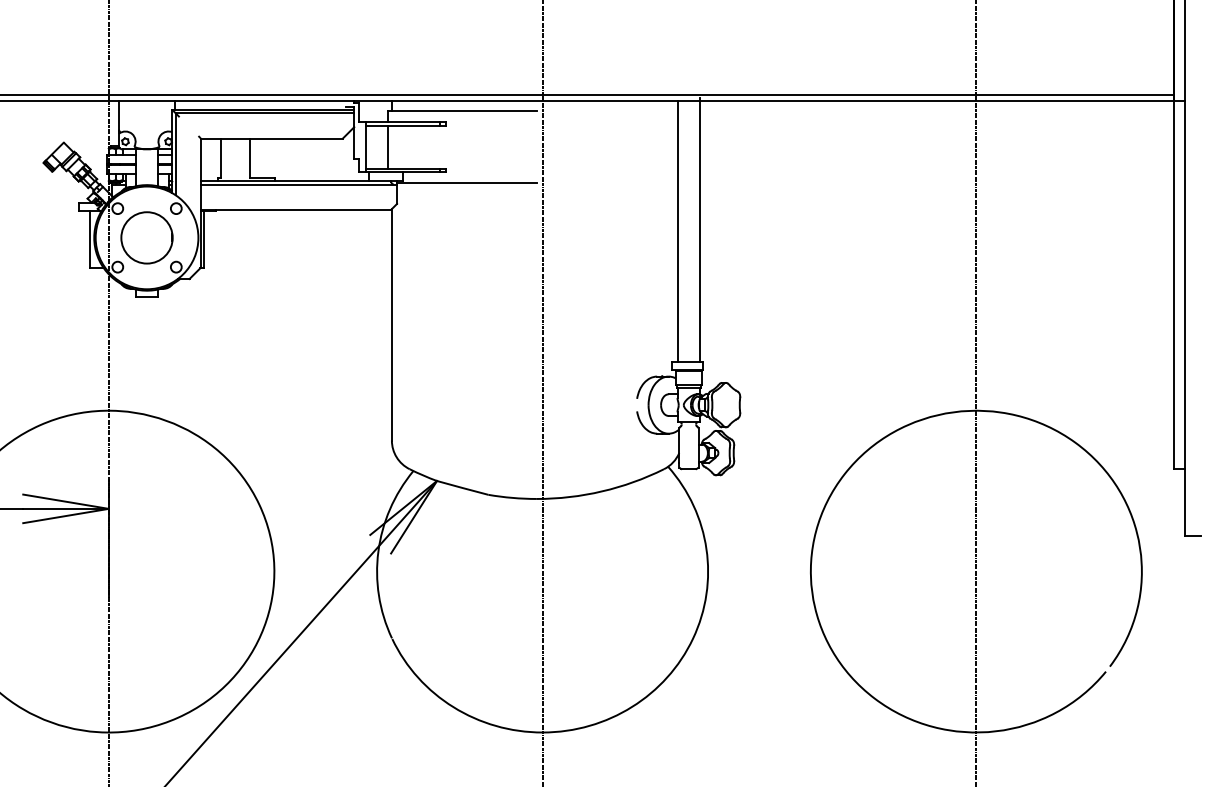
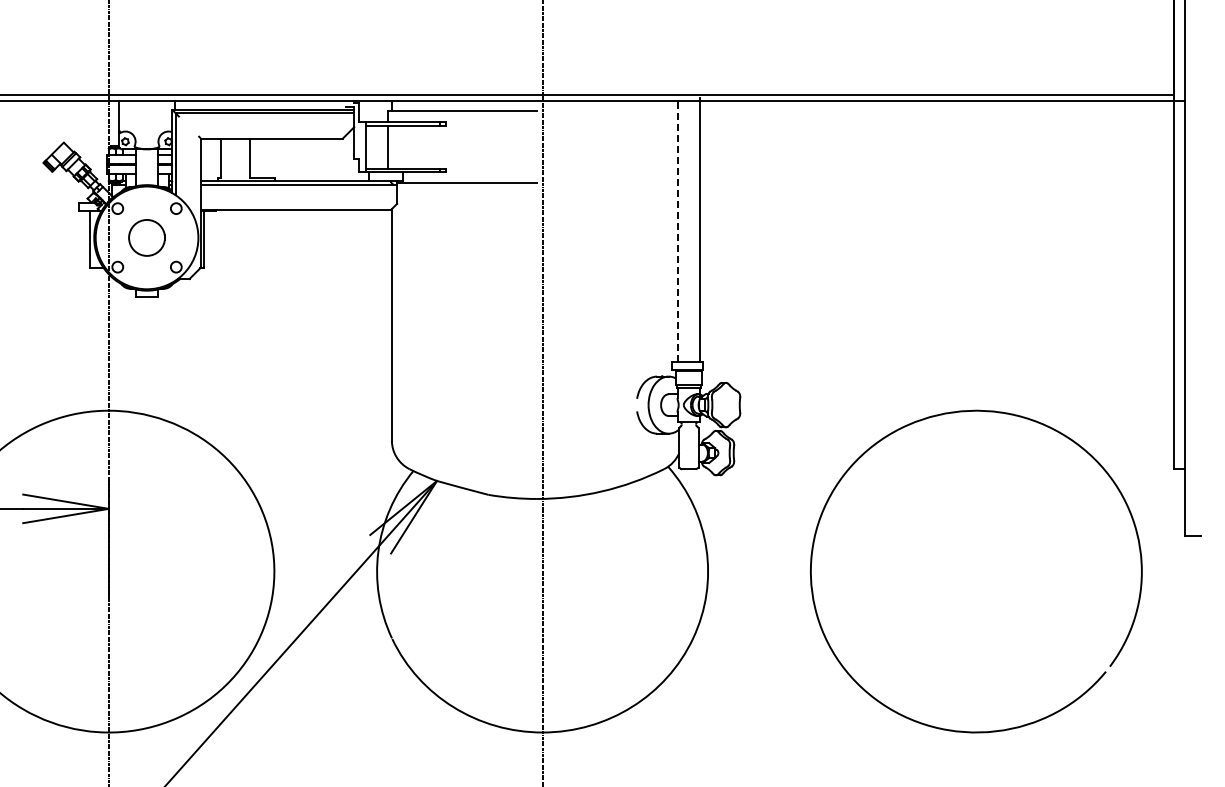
line at (677, 231): solid -> dashed
circle at (146, 237) size: 54x54 px -> 38x38 px
line at (976, 392): present -> none
